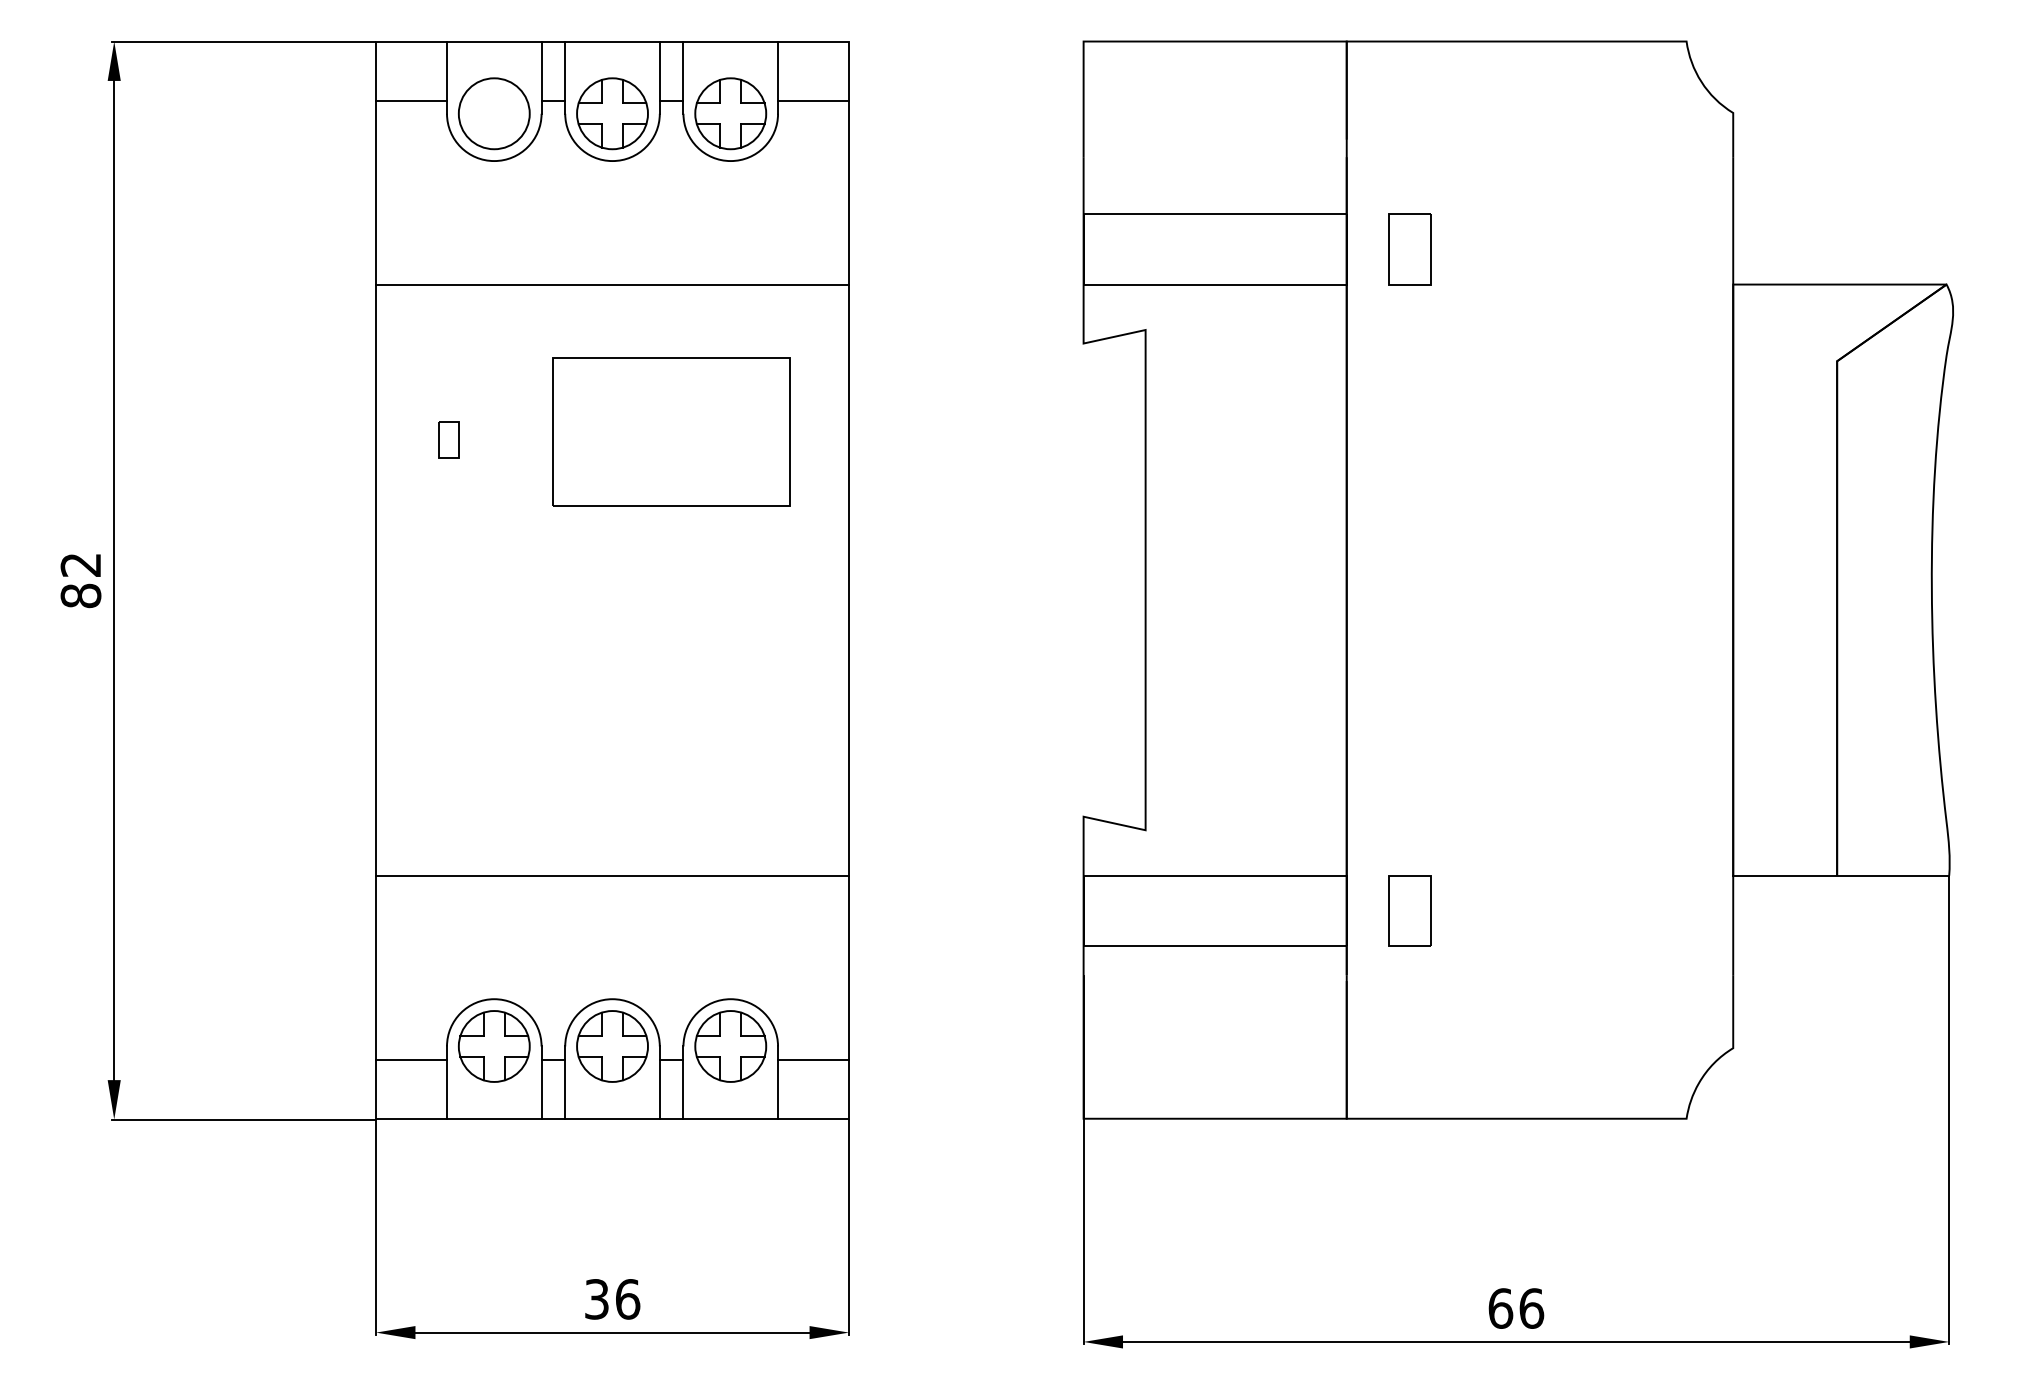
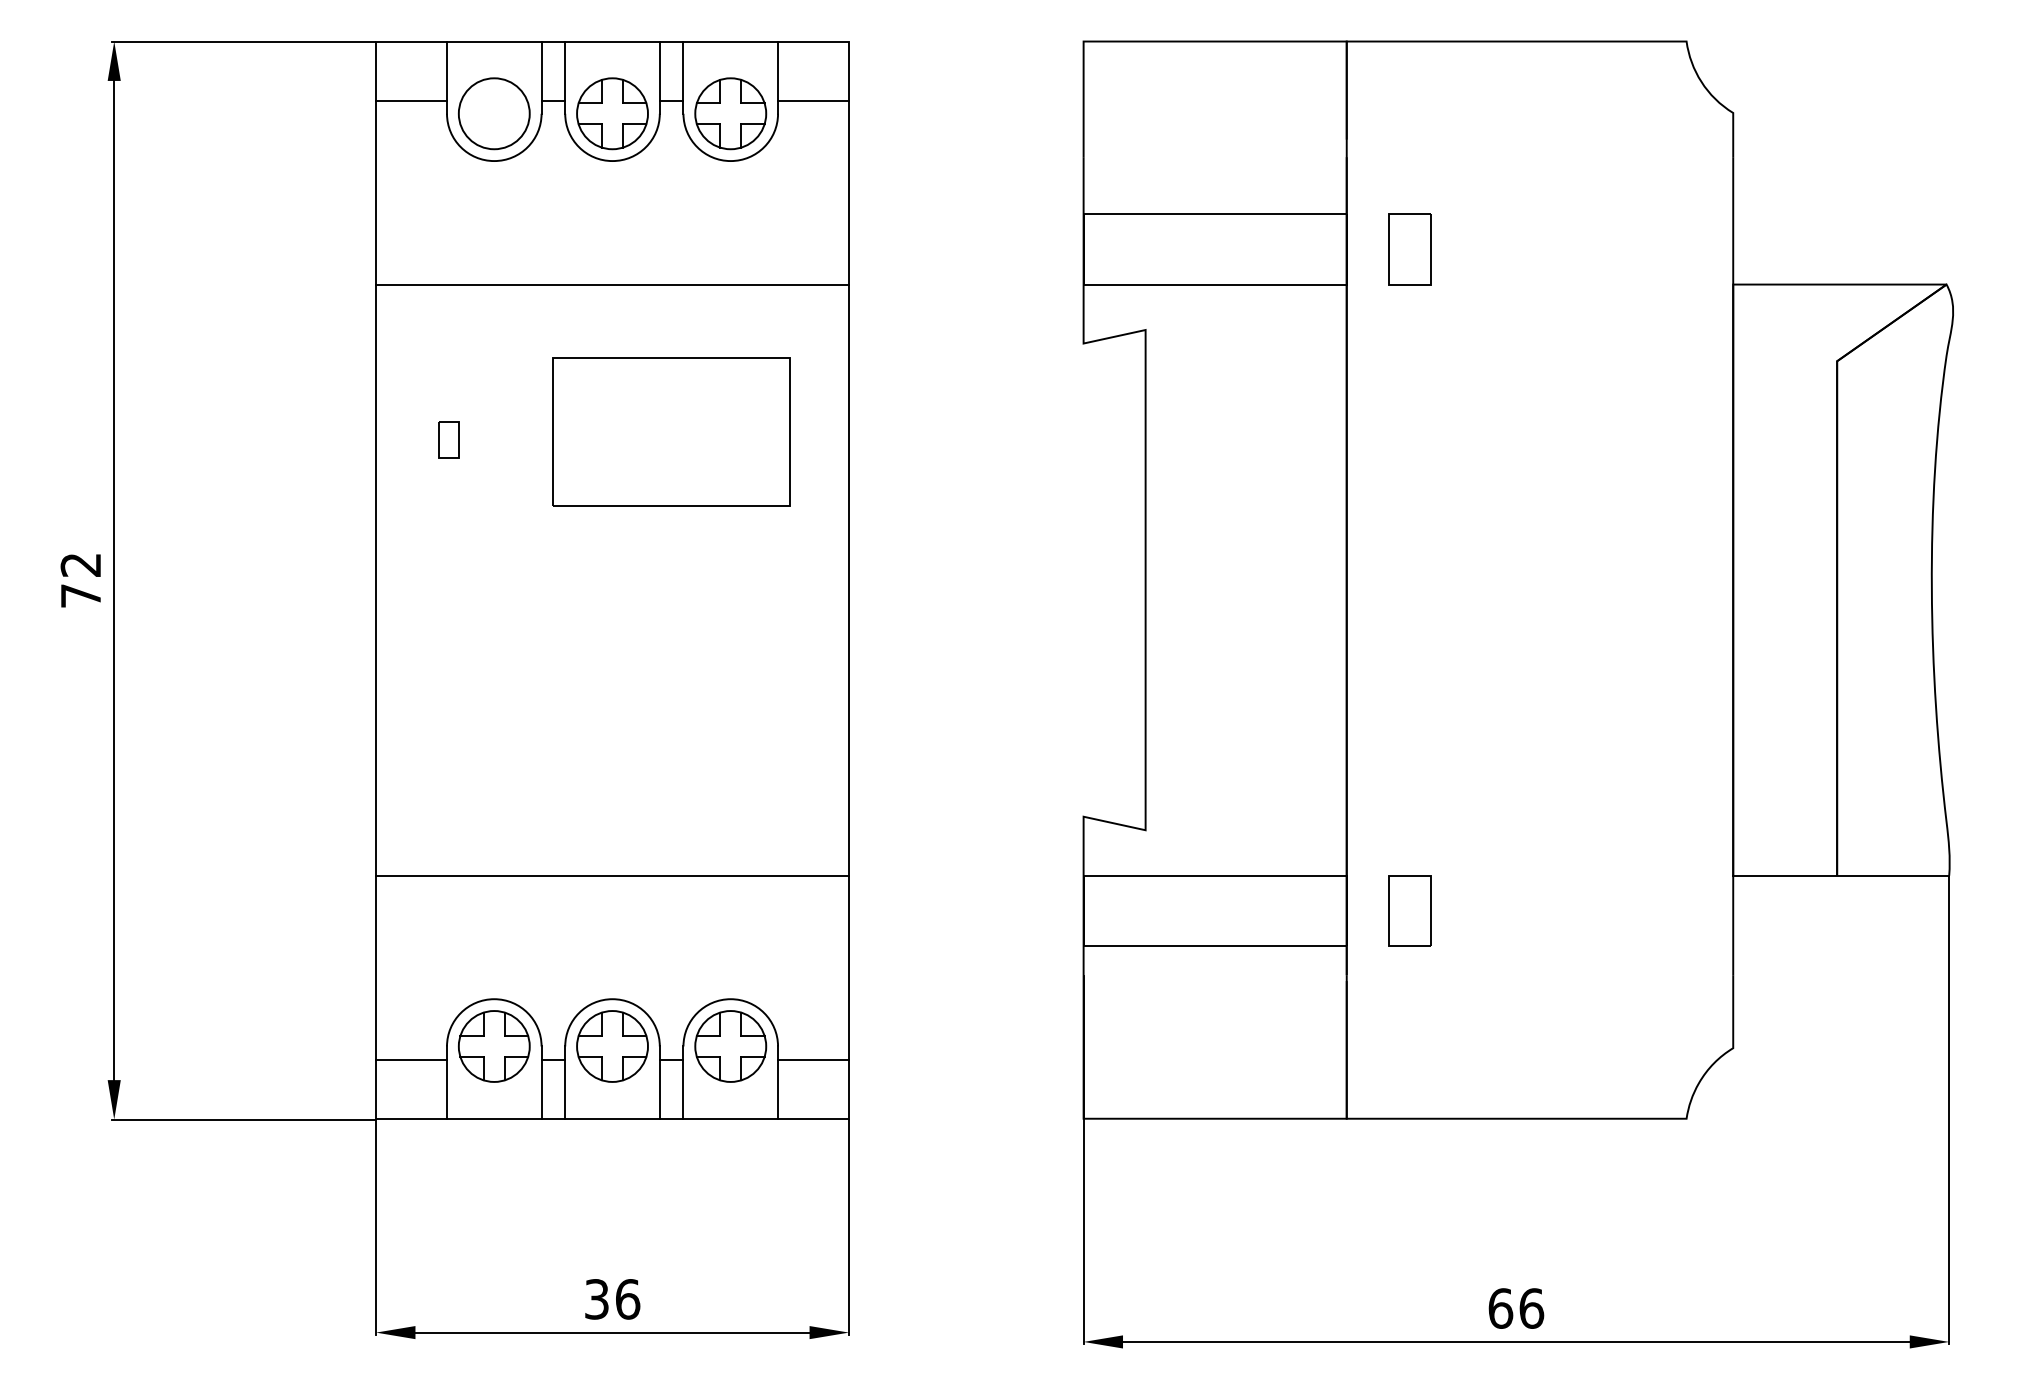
text at (80, 595): 82 -> 72
